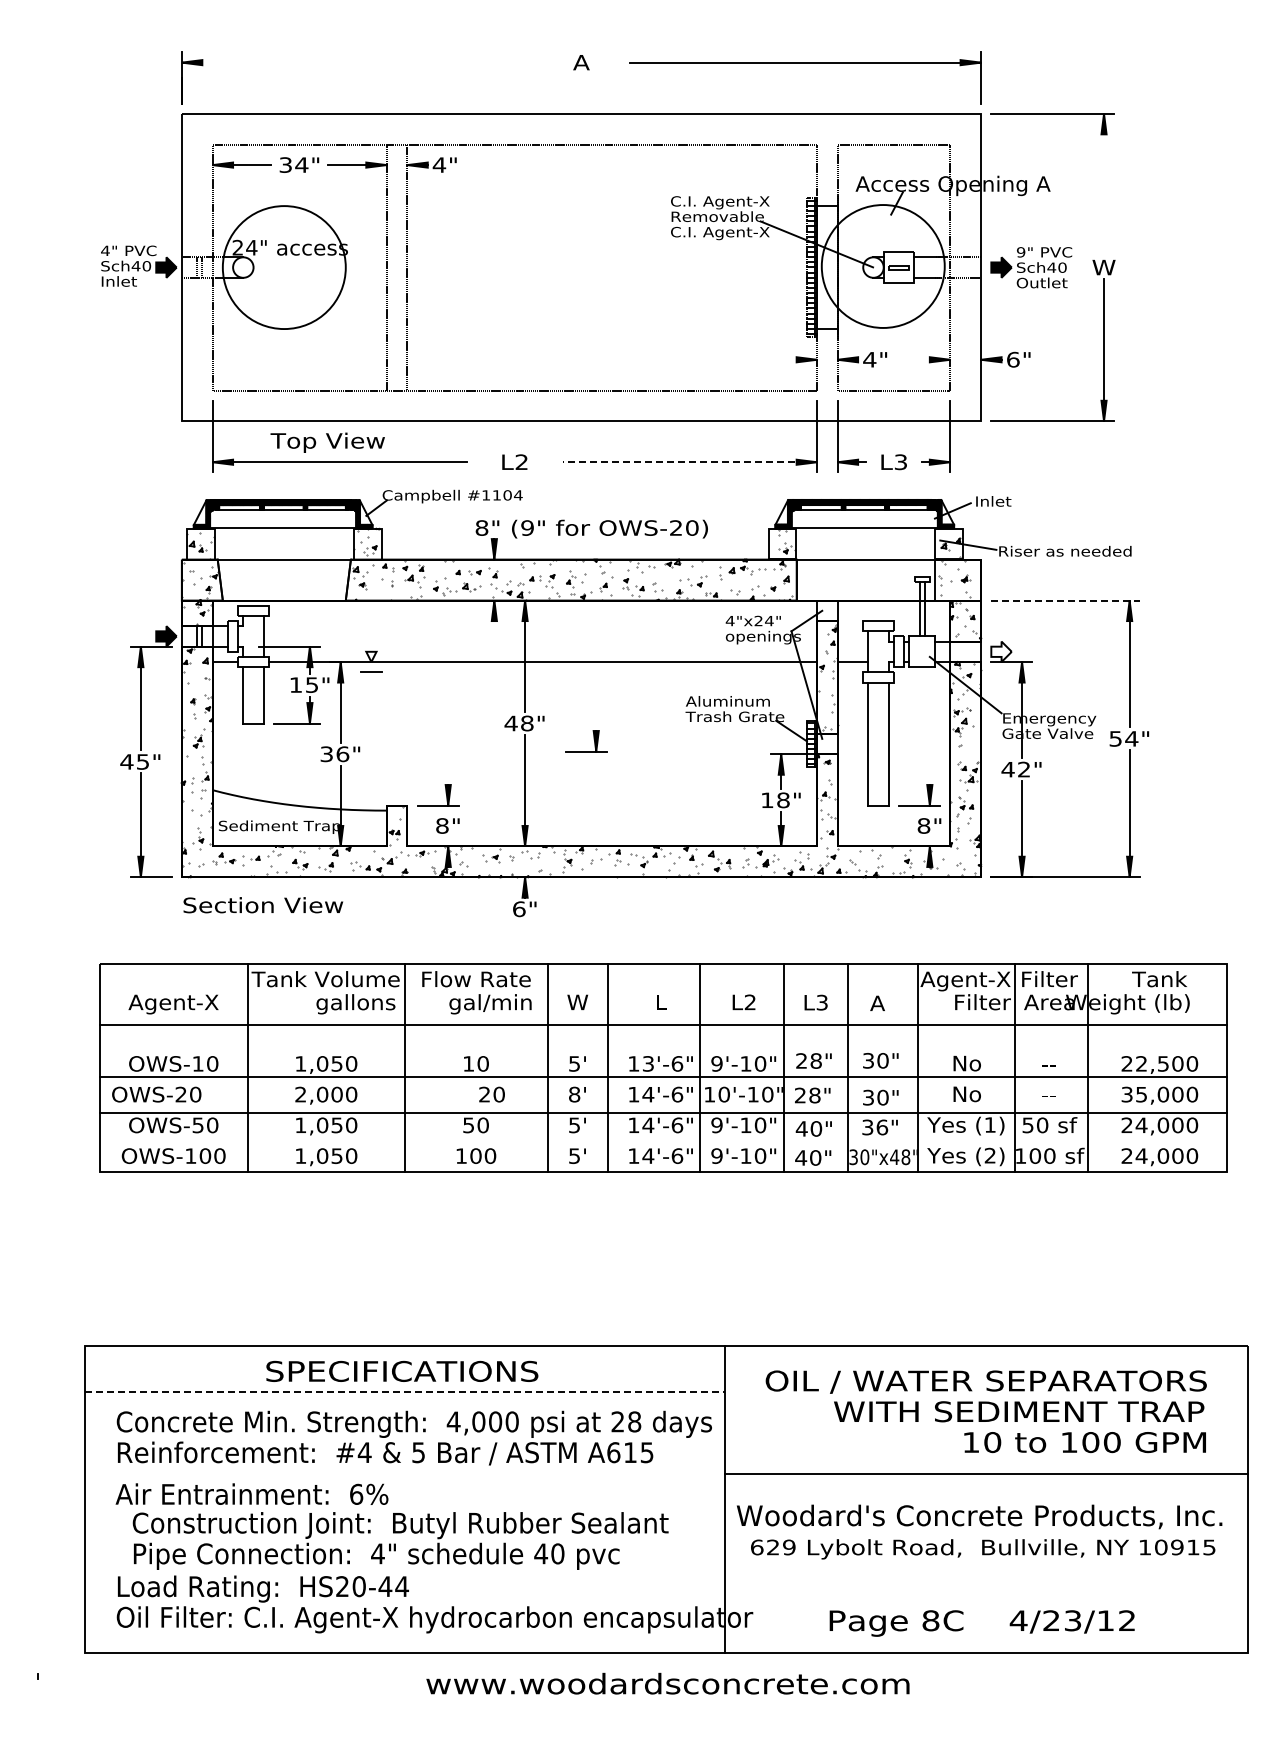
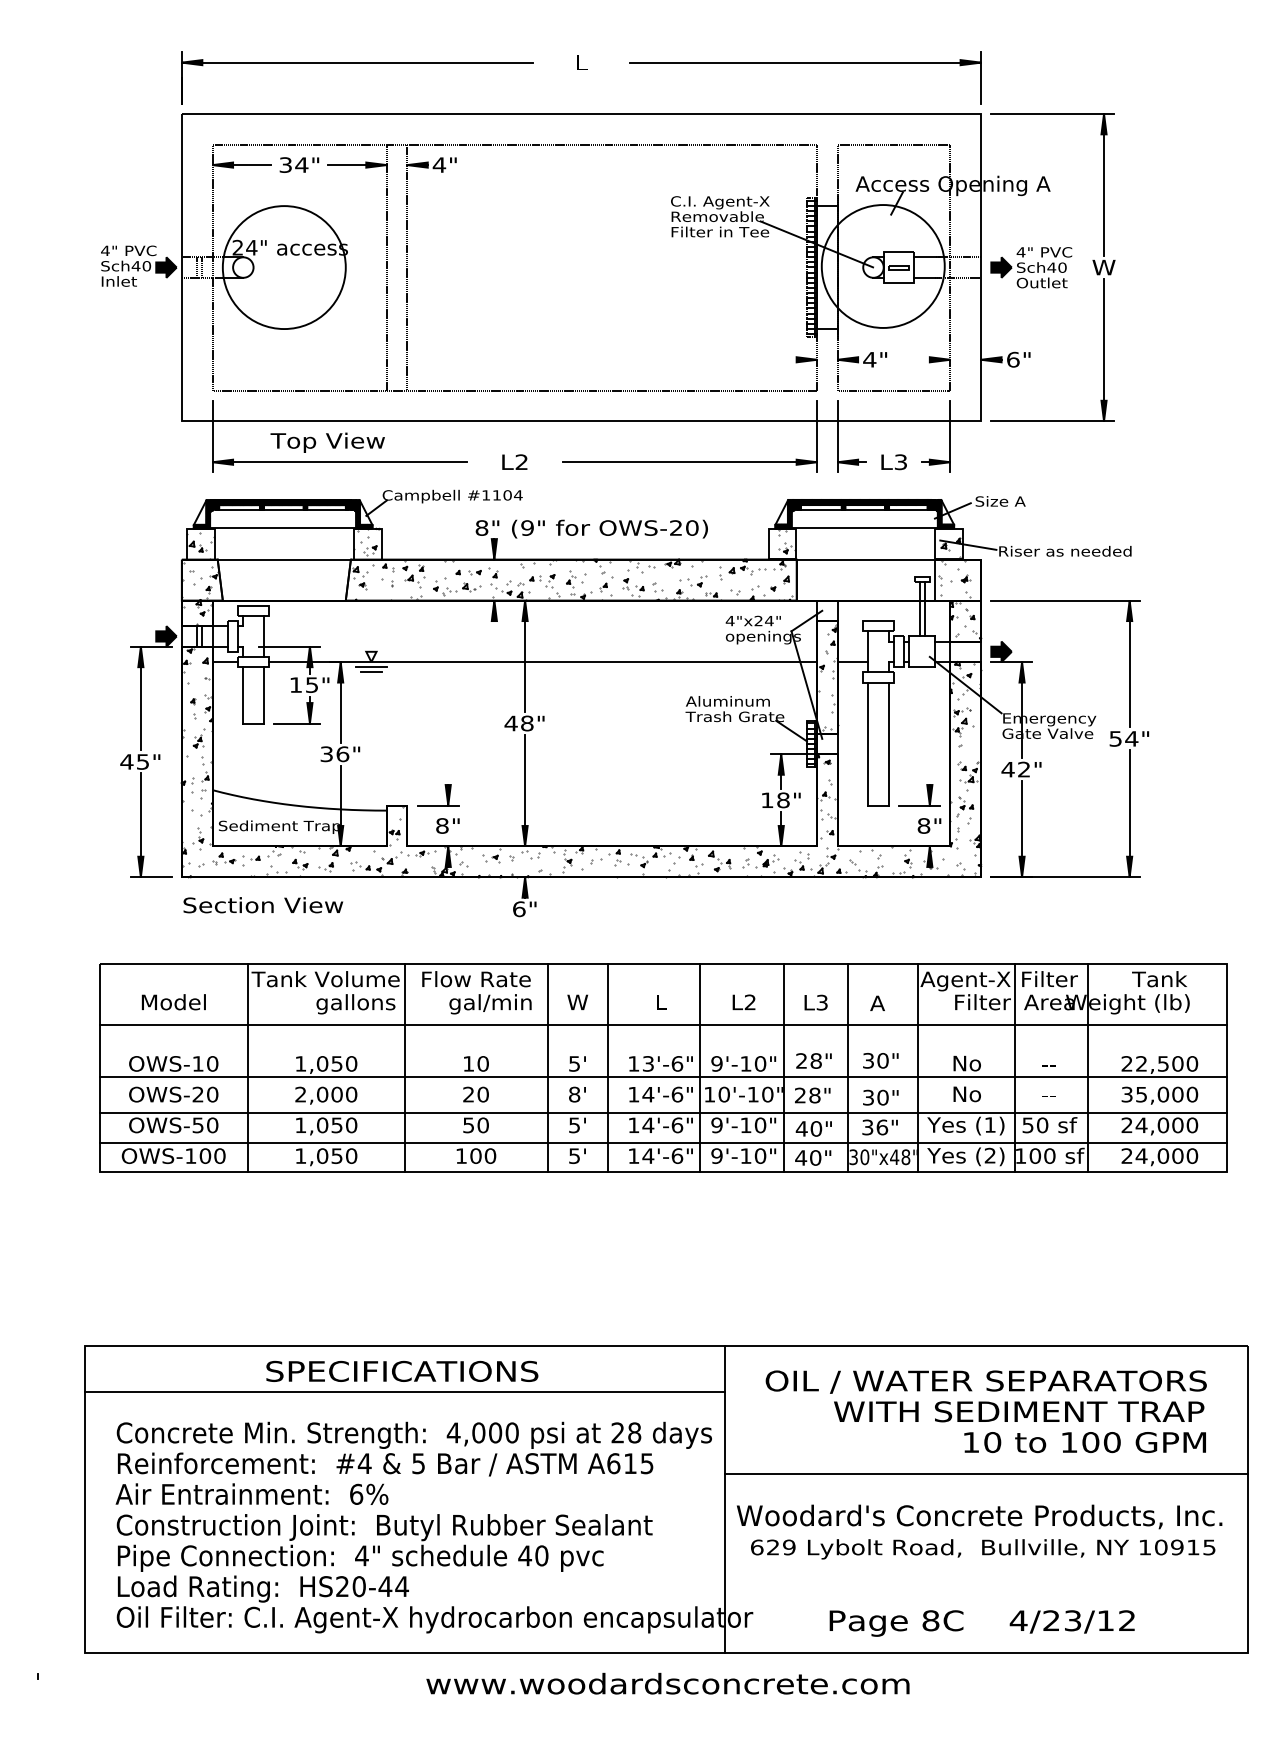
line at (357, 62): none -> present
text at (581, 62): A -> L
line at (1104, 184): none -> present
text at (720, 233): C.I. Agent-X -> Filter in Tee
text at (1020, 252): 9" -> 4"
line at (689, 462): dashed -> solid
text at (1000, 501): Inlet -> Size A
line at (1066, 600): dashed -> solid
fill at (1001, 651): none -> present
line at (371, 667): none -> present
part at (593, 739): present -> none
text at (173, 1004): Agent-X -> Model
text at (156, 1094) position: (156, 1094) -> (173, 1094)
text at (491, 1094) position: (491, 1094) -> (475, 1094)
line at (663, 1143): none -> present
line at (405, 1391): dashed -> solid
text at (413, 1437) position: (413, 1437) -> (413, 1448)
text at (400, 1540) position: (400, 1540) -> (384, 1542)
